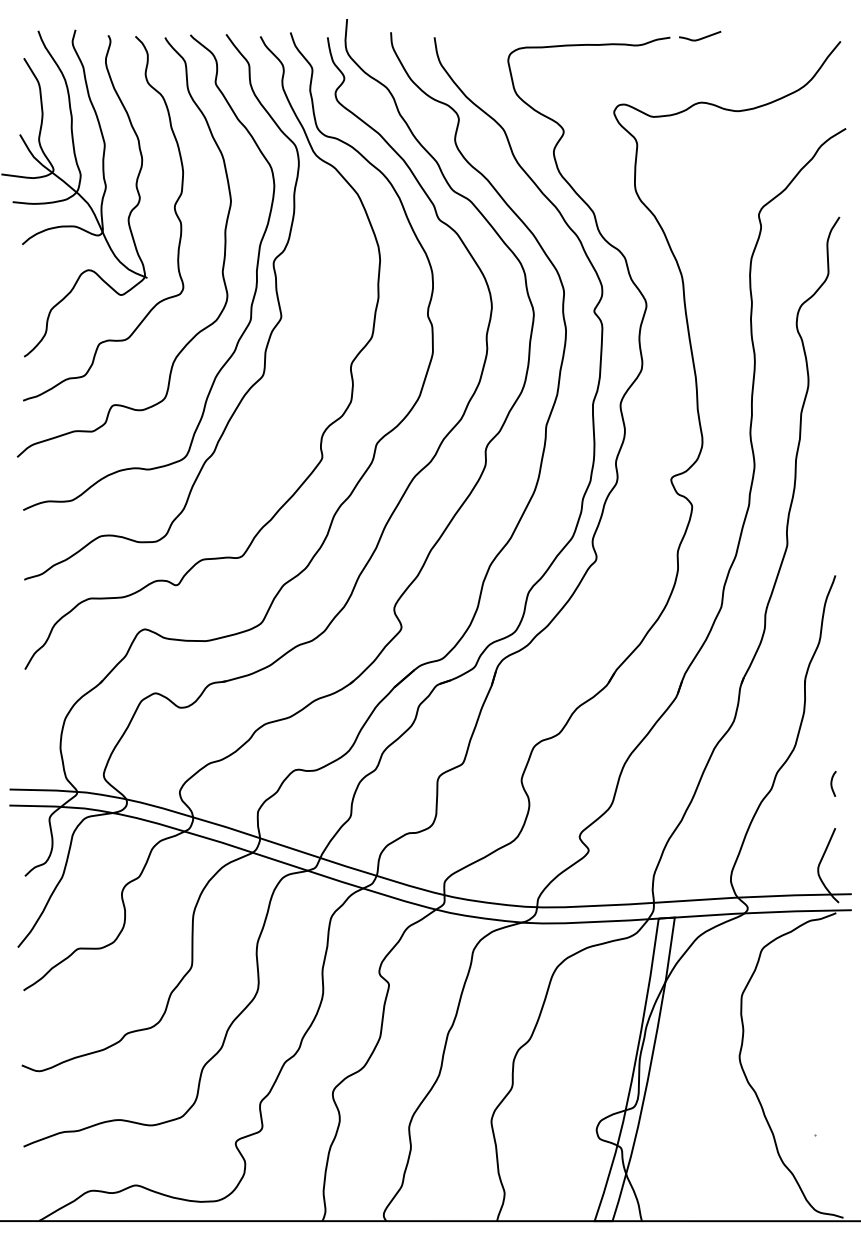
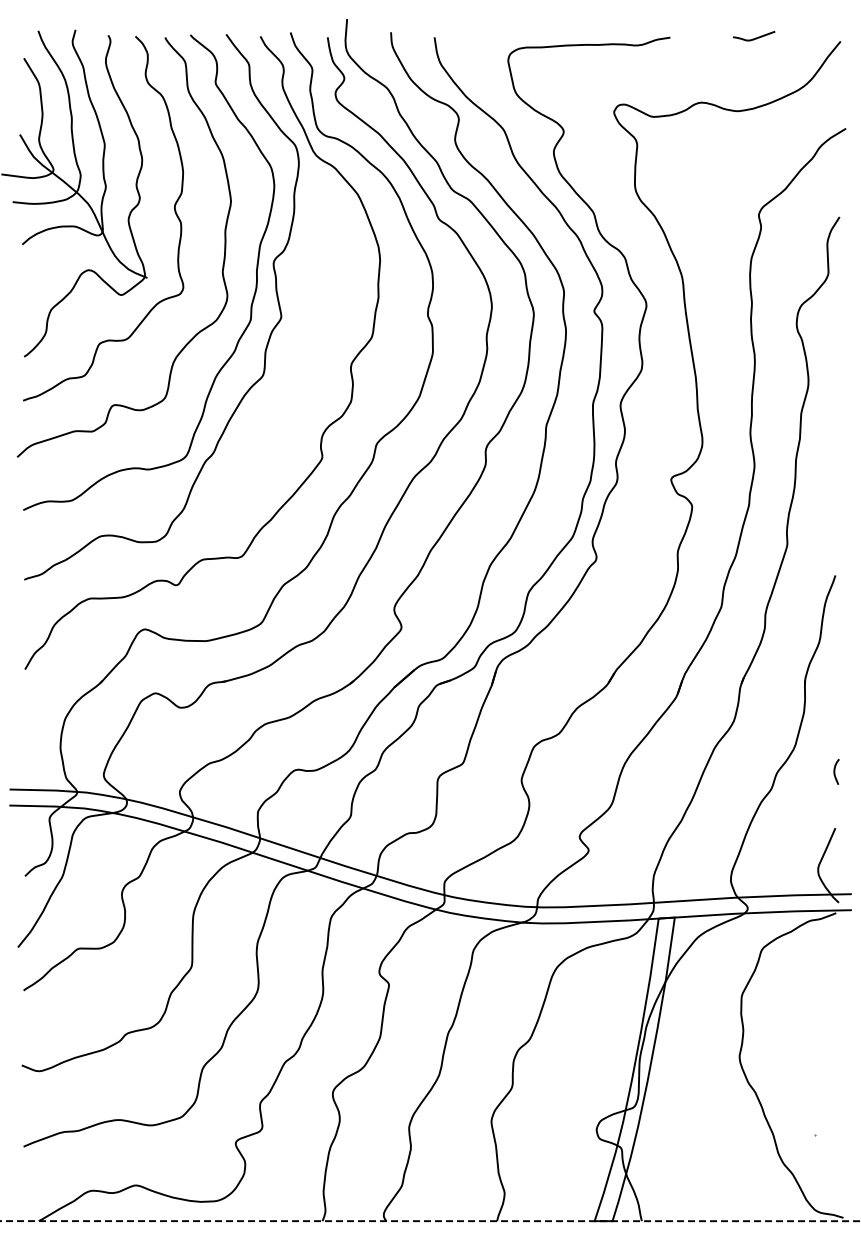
curve at (701, 37) position: (701, 37) -> (755, 37)
curve at (832, 783) position: (832, 783) -> (835, 771)
line at (430, 1221): solid -> dashed
